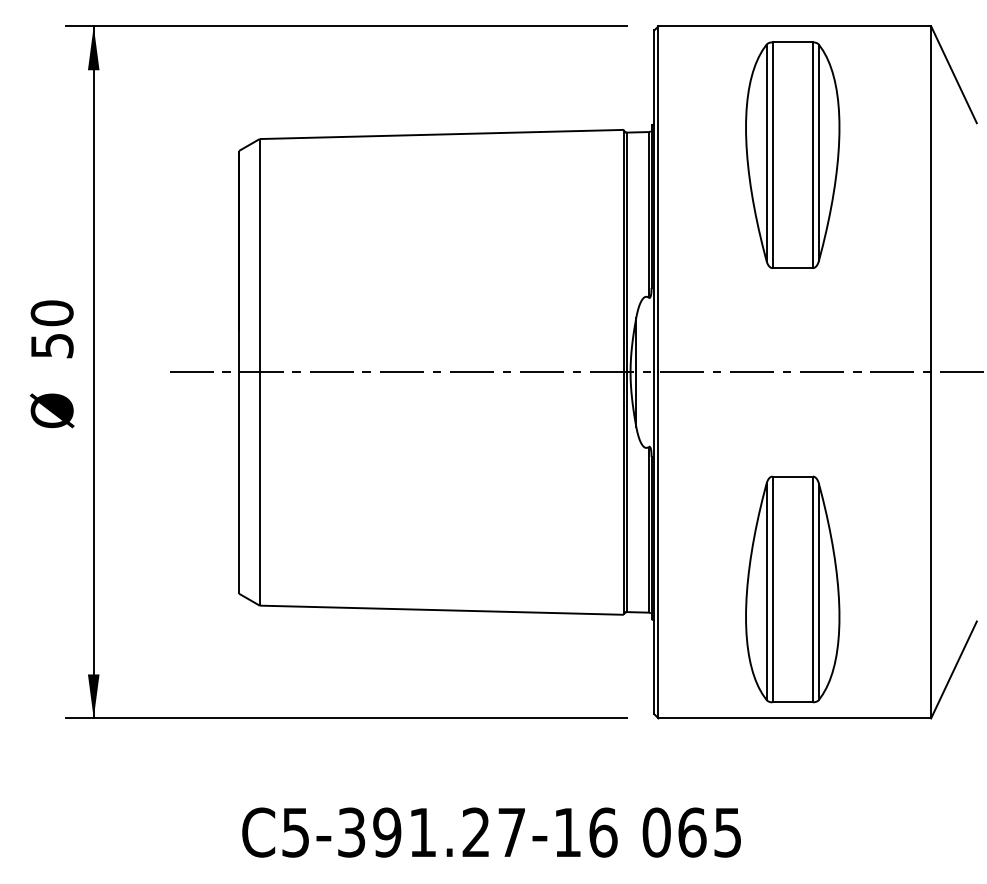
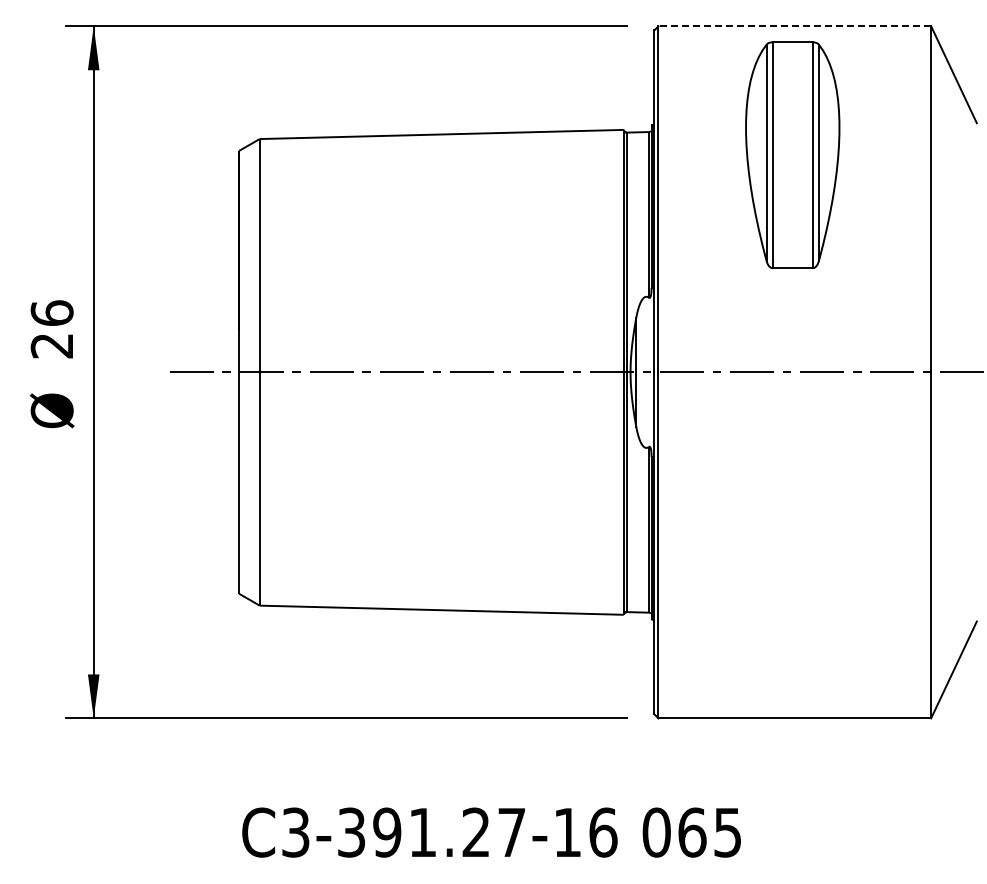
line at (794, 26): solid -> dashed
text at (51, 329): 50 -> 26
part at (792, 589): present -> none
text at (295, 832): C5-391.27-16 -> C3-391.27-16
